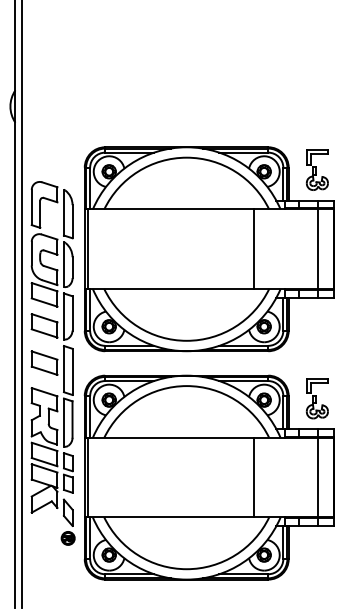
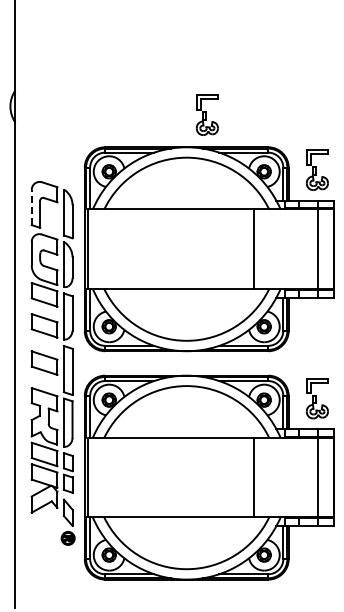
part at (206, 114): none -> present
line at (31, 207): solid -> dashed
line at (21, 304): present -> none
